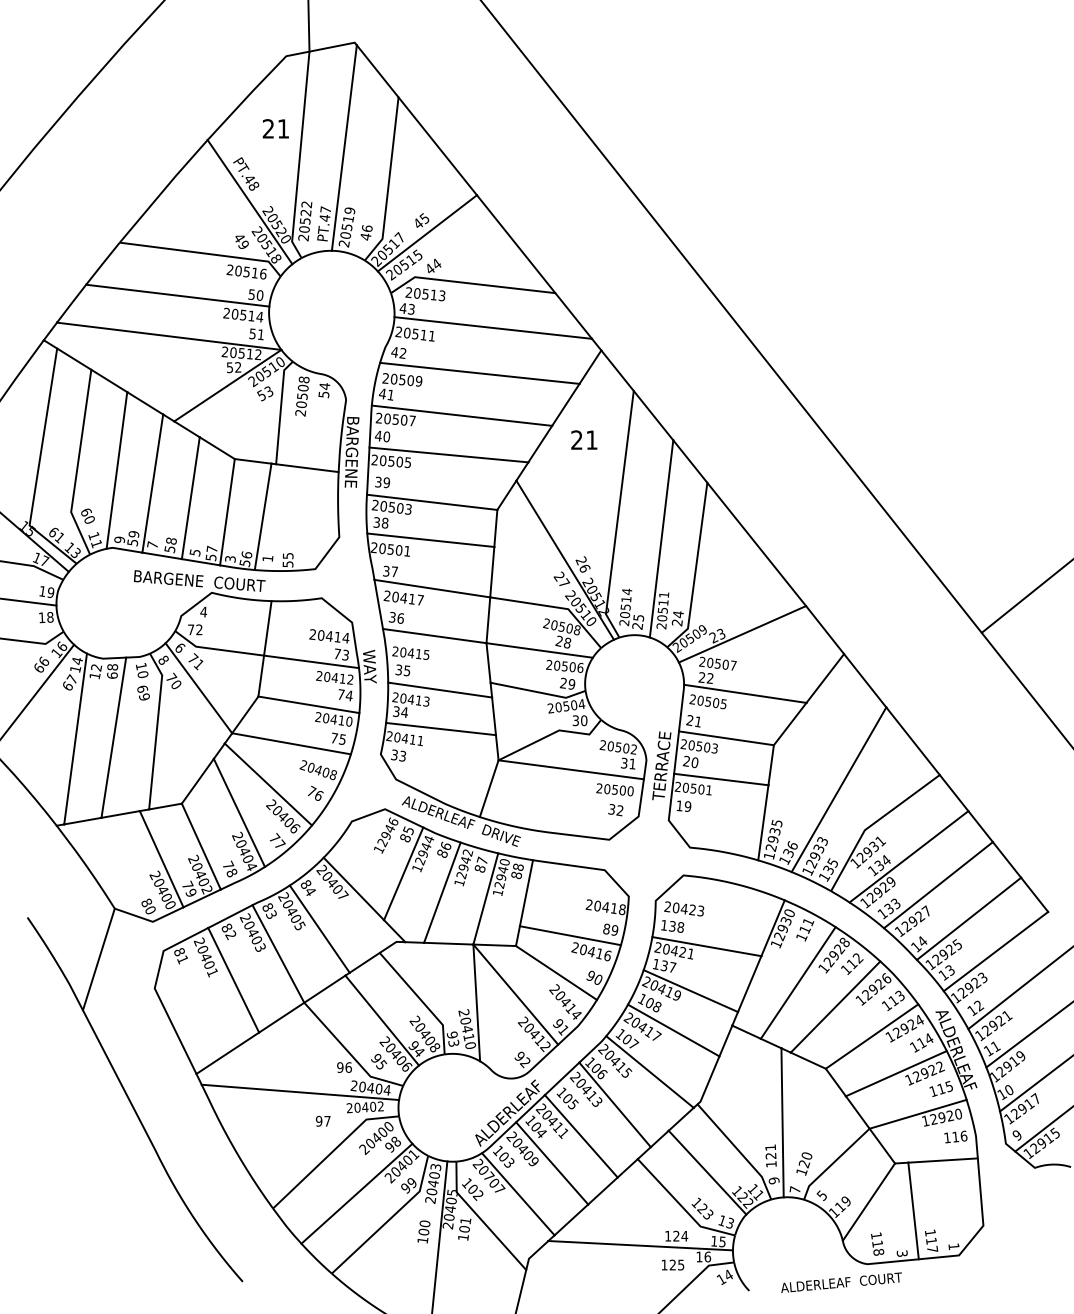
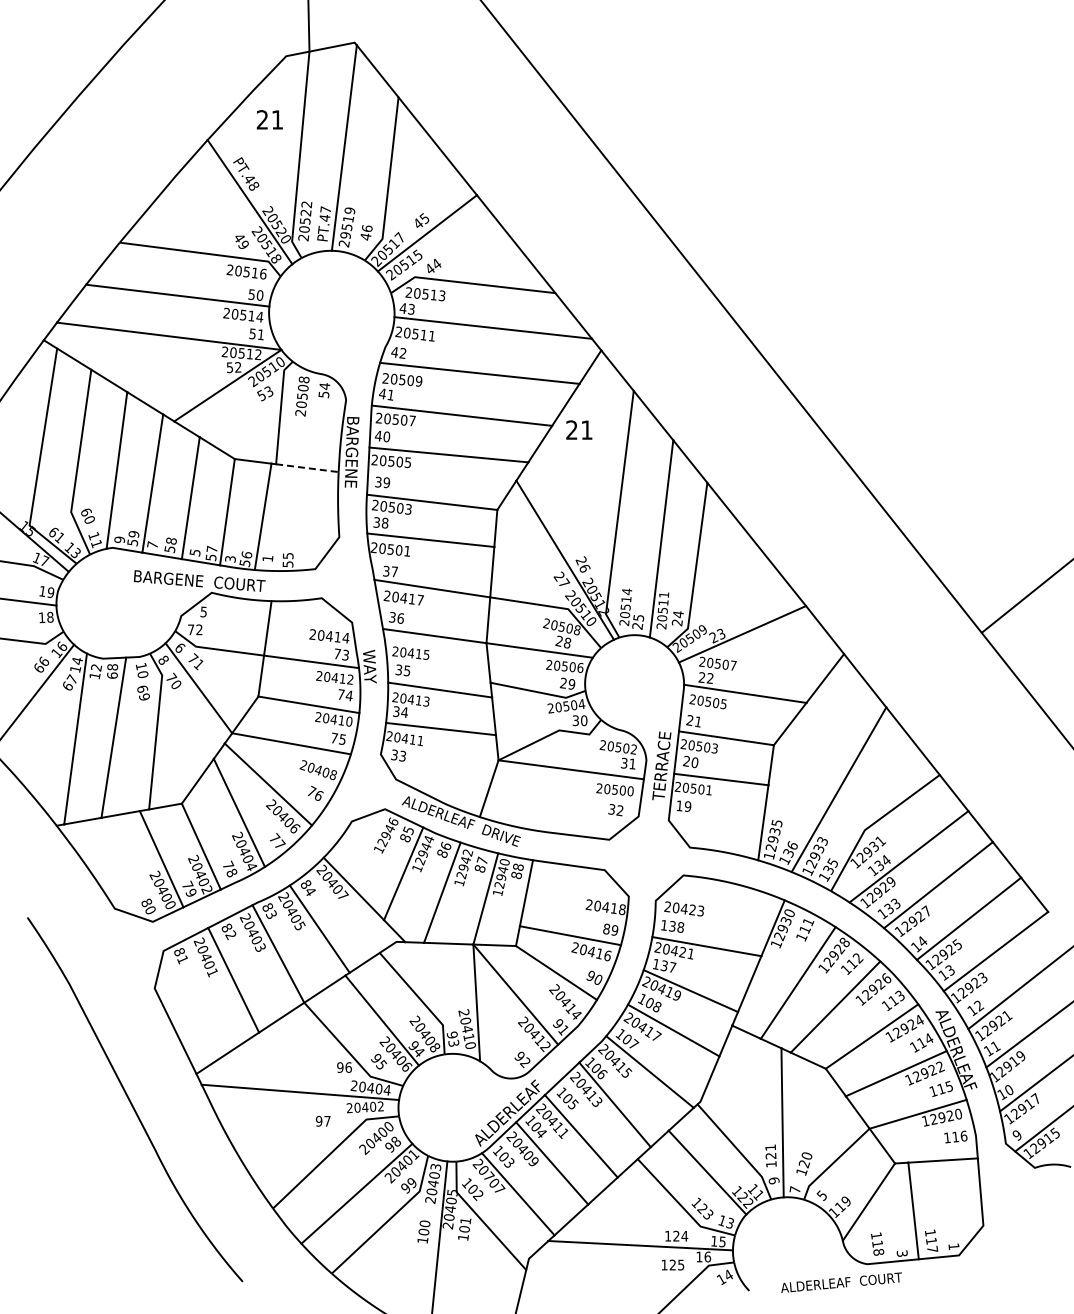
text at (275, 128) position: (275, 128) -> (269, 119)
text at (345, 235): 20519 -> 29519
text at (584, 439) position: (584, 439) -> (579, 429)
line at (307, 468): solid -> dashed
text at (203, 611): 4 -> 5
line at (98, 959): present -> none
